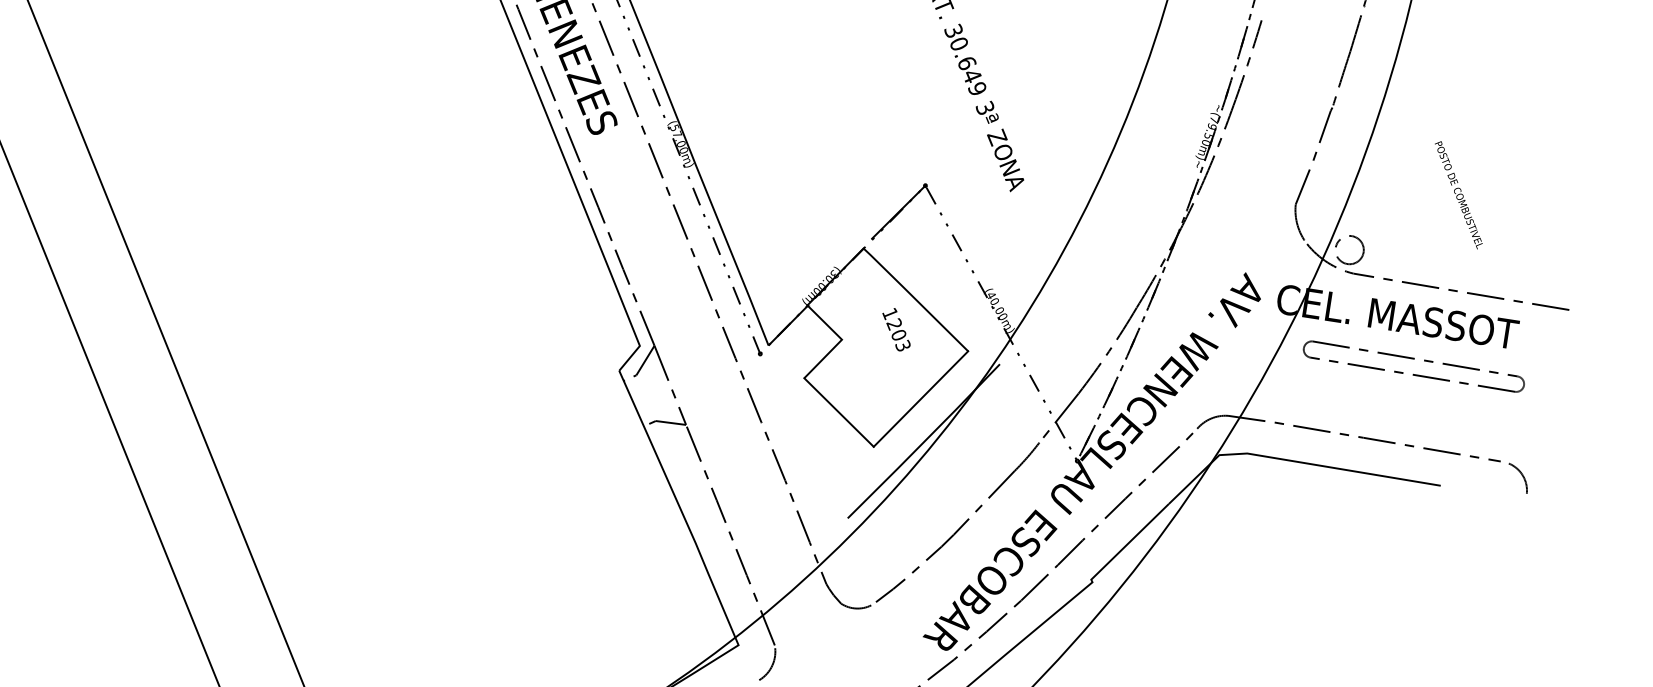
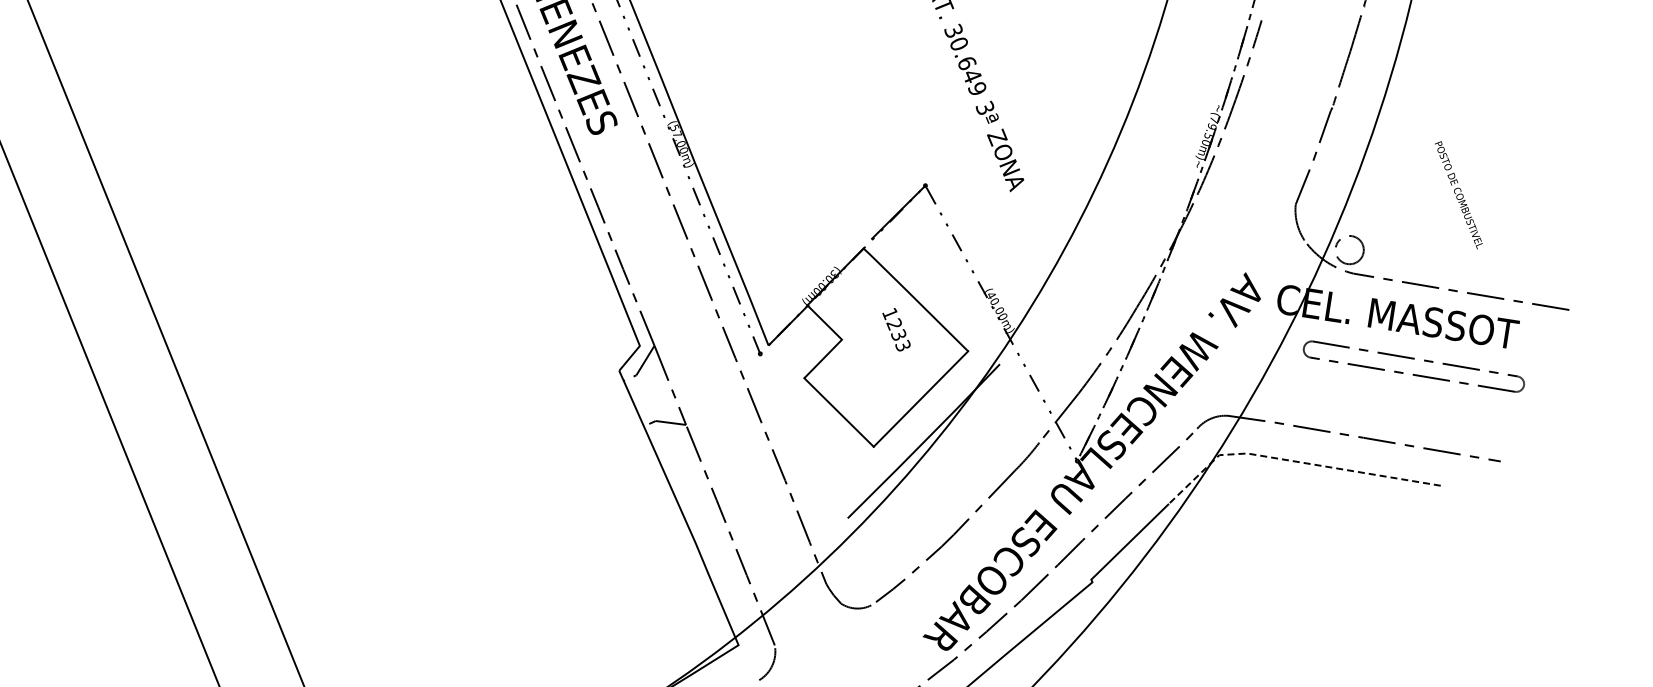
text at (898, 334): 1203 -> 1233
line at (1294, 461): solid -> dashed
arc at (1521, 475): present -> none
